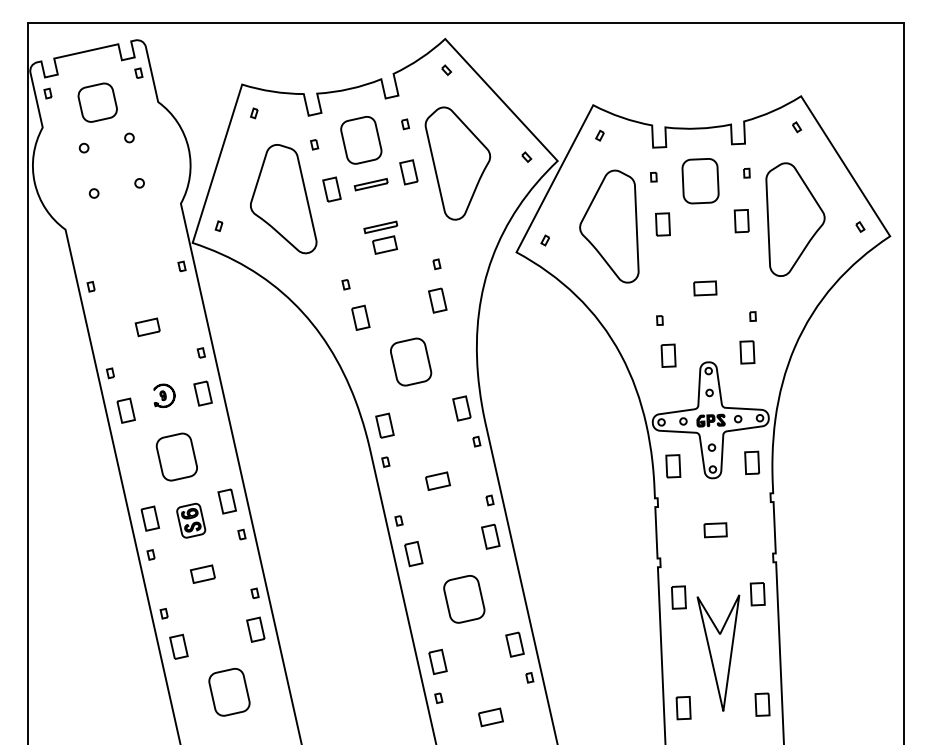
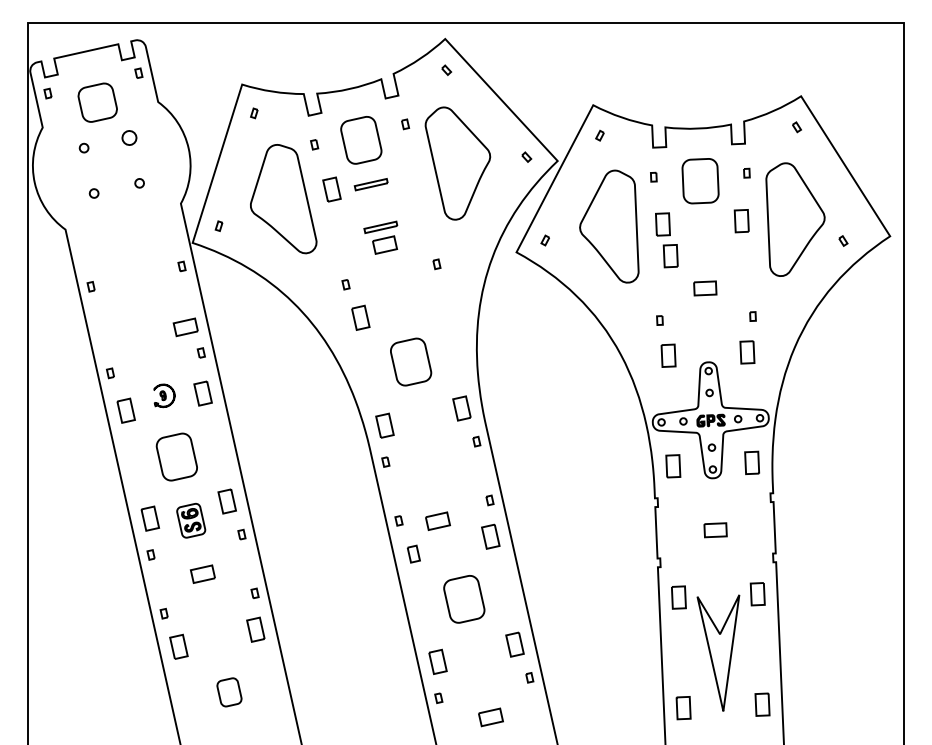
part at (129, 137) size: 11x12 px -> 17x16 px
part at (408, 172): present -> none
part at (860, 226) position: (860, 226) -> (843, 240)
part at (670, 256): none -> present
part at (437, 300): present -> none
part at (147, 327) position: (147, 327) -> (185, 327)
part at (437, 480) position: (437, 480) -> (437, 520)
part at (413, 554) size: 20x27 px -> 15x20 px
part at (229, 692) size: 43x49 px -> 27x31 px
